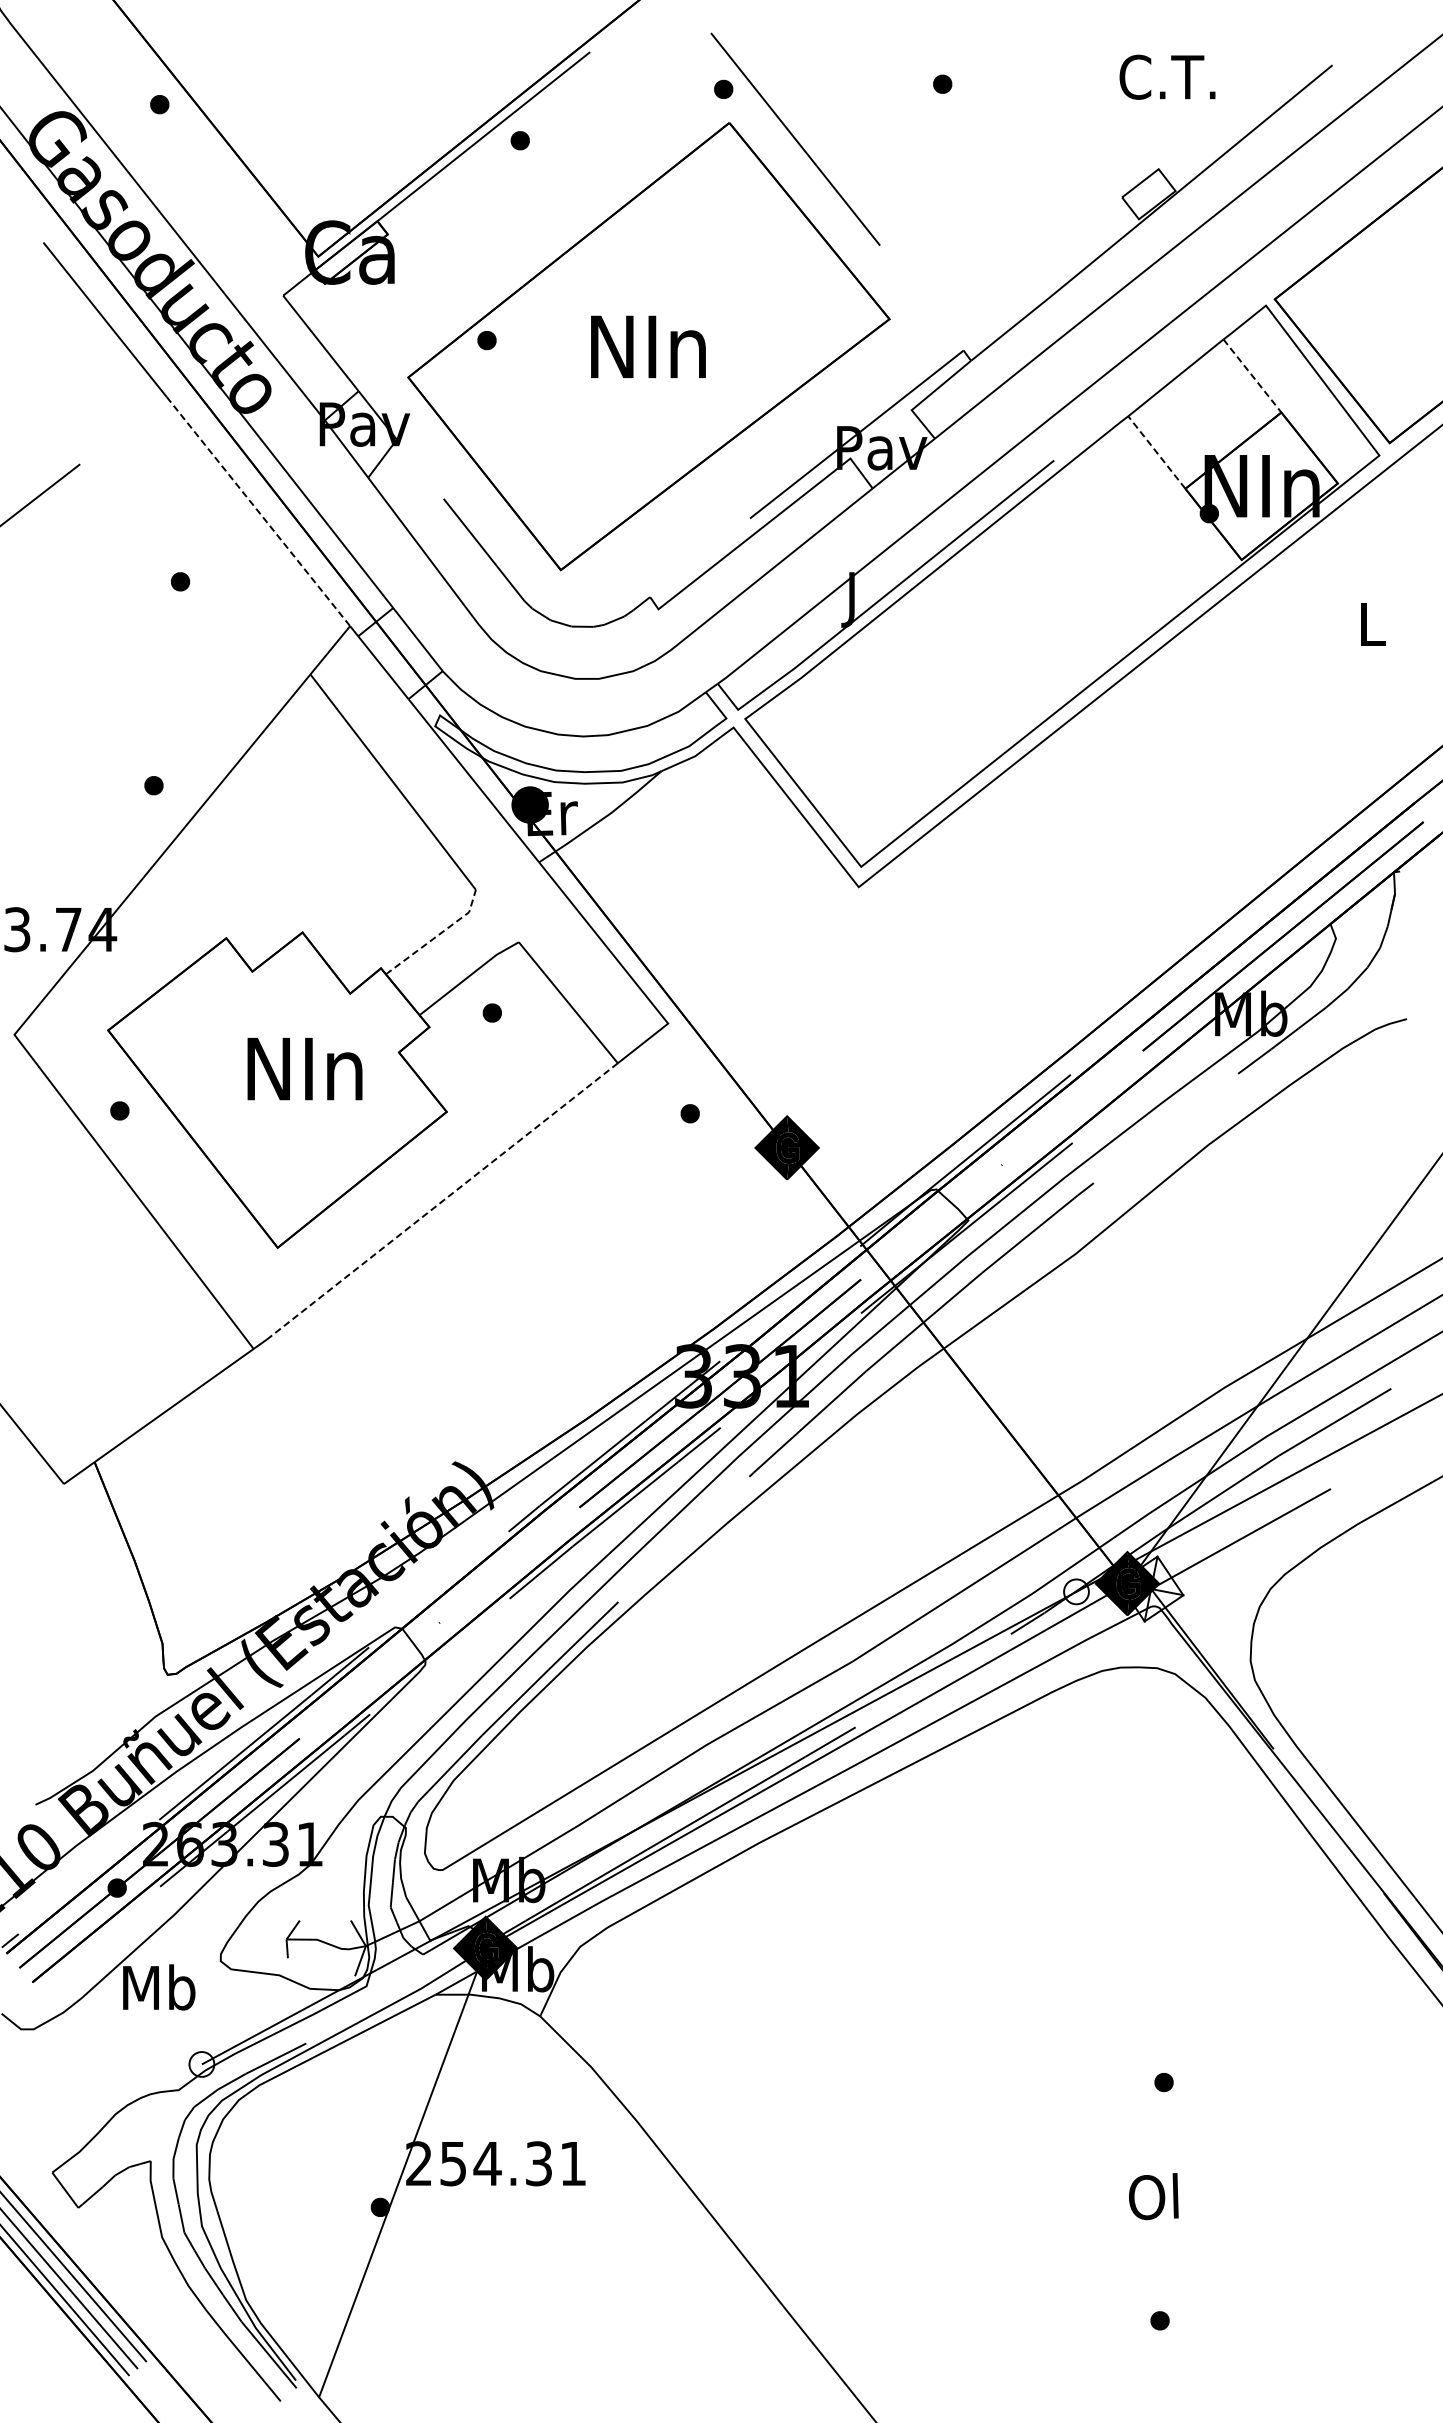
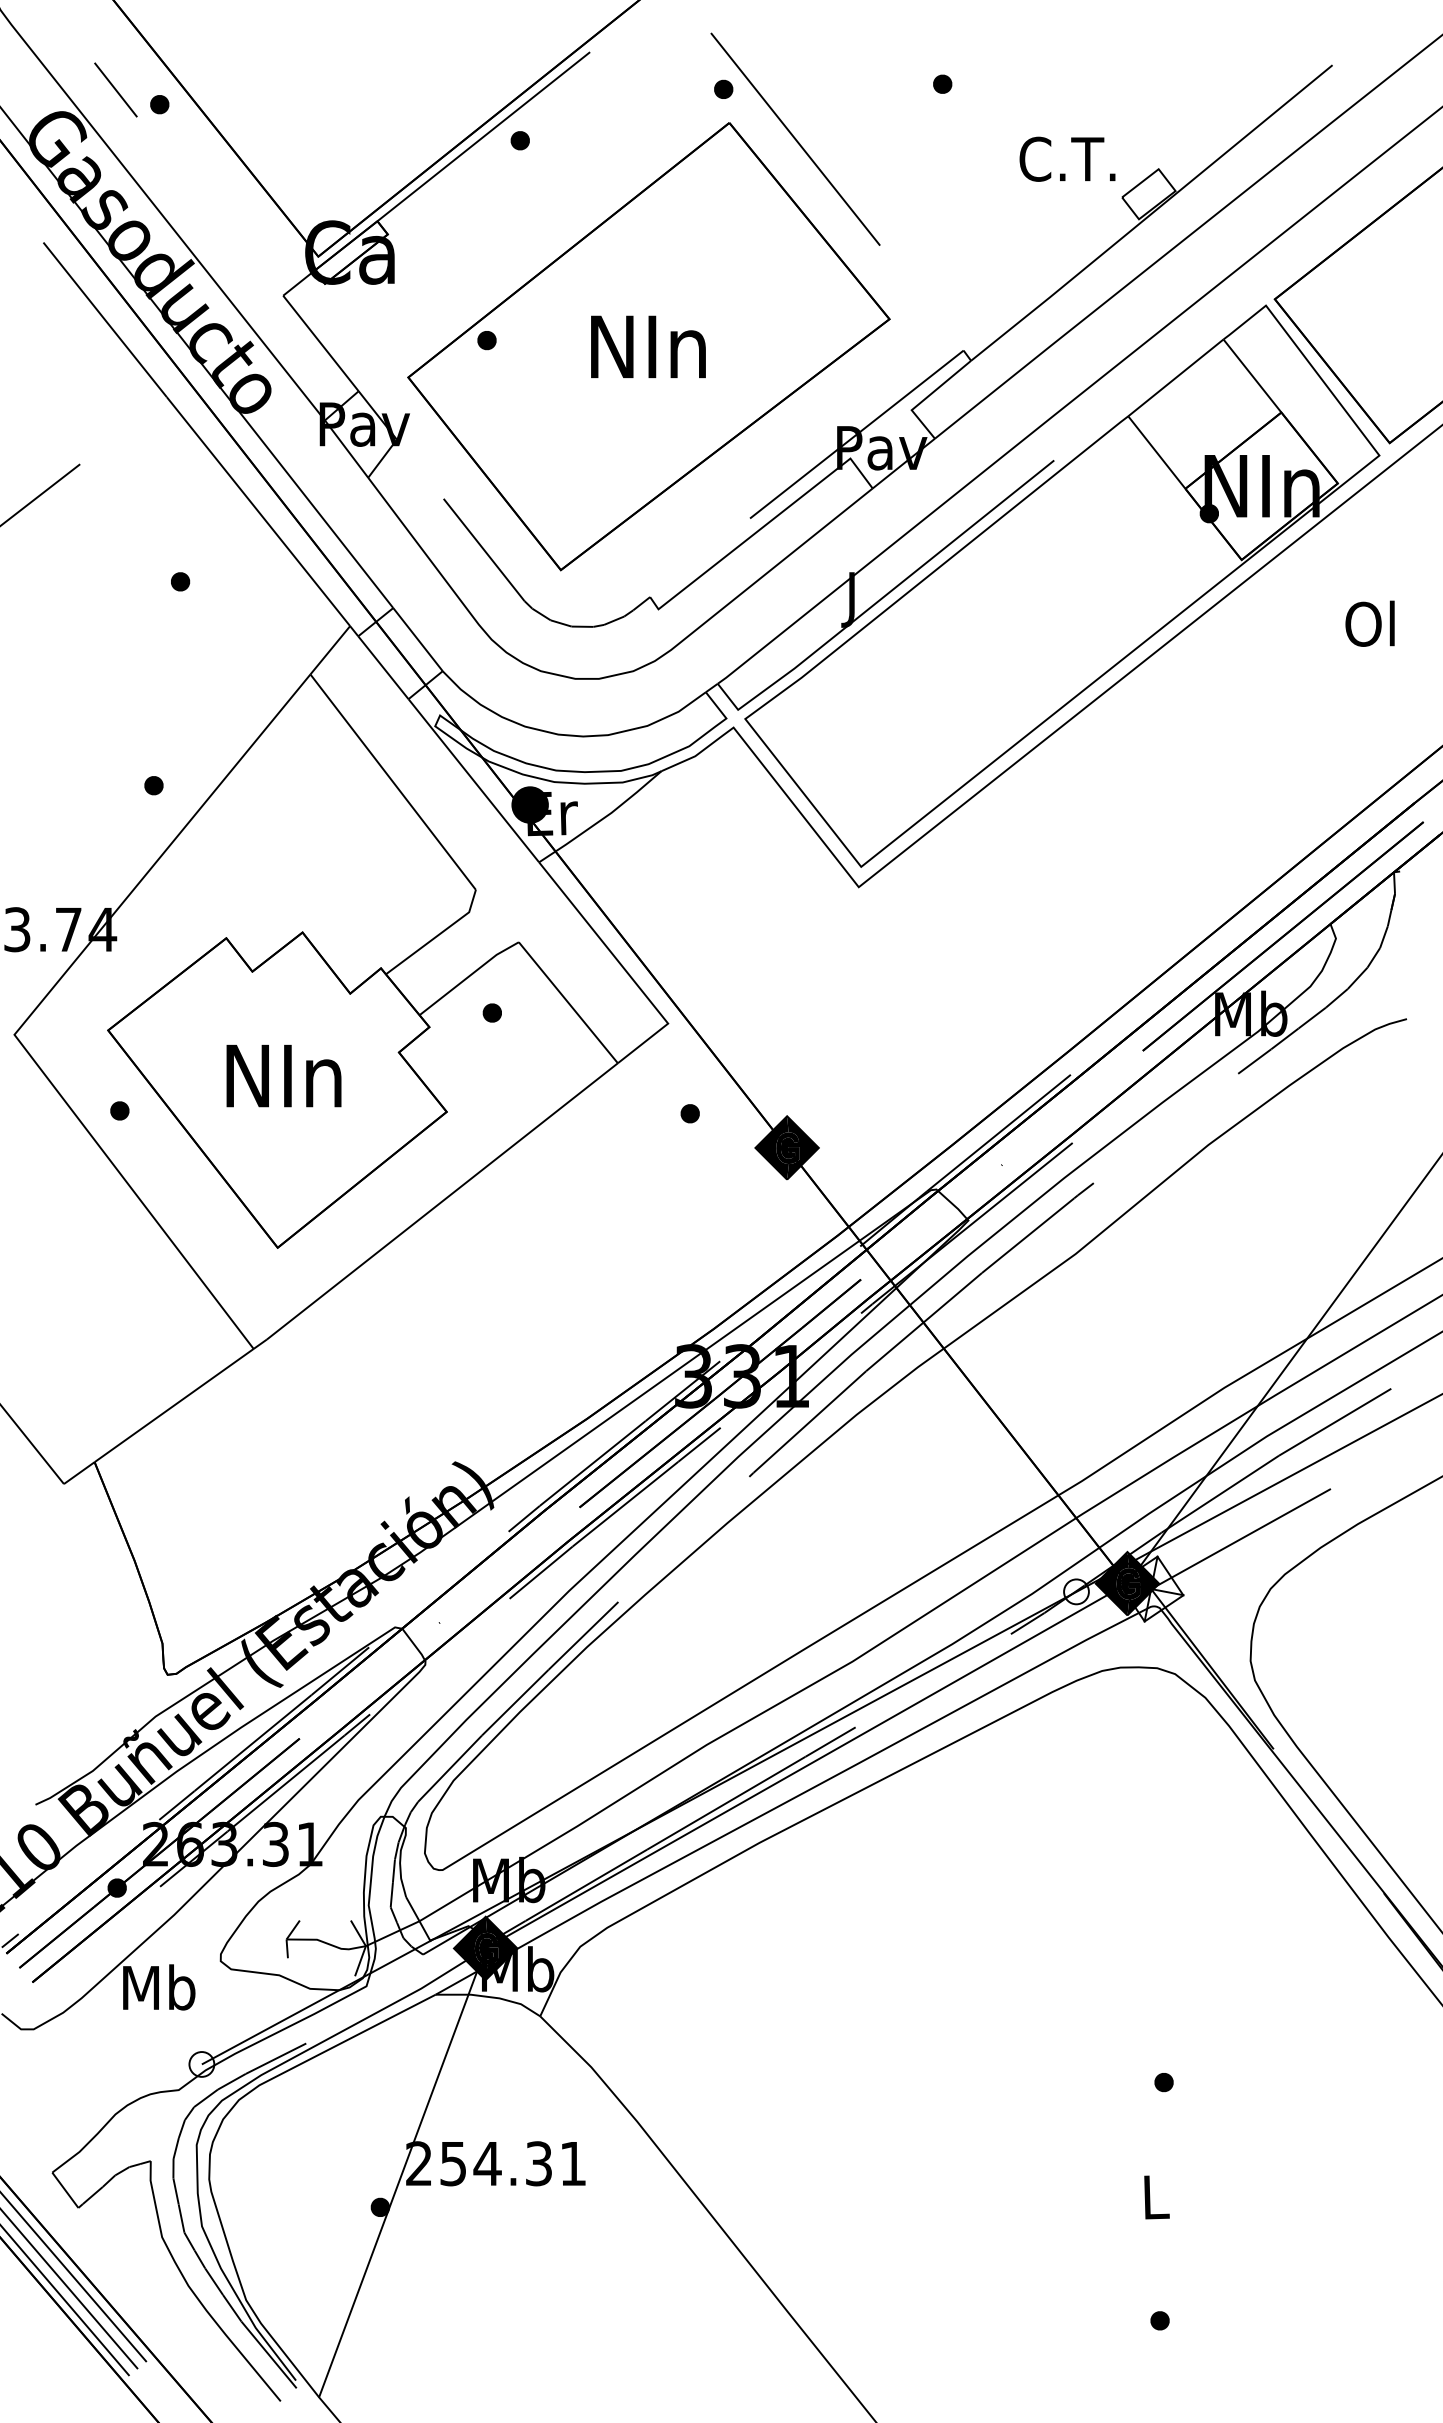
text at (1167, 76) position: (1167, 76) -> (1067, 158)
line at (115, 89): none -> present
line at (1252, 376): dashed -> solid
line at (1156, 452): dashed -> solid
line at (258, 511): dashed -> solid
text at (1369, 623): L -> Ol
line at (437, 935): dashed -> solid
text at (304, 1069) position: (304, 1069) -> (283, 1076)
line at (442, 1201): dashed -> solid
text at (1153, 2196): Ol -> L
